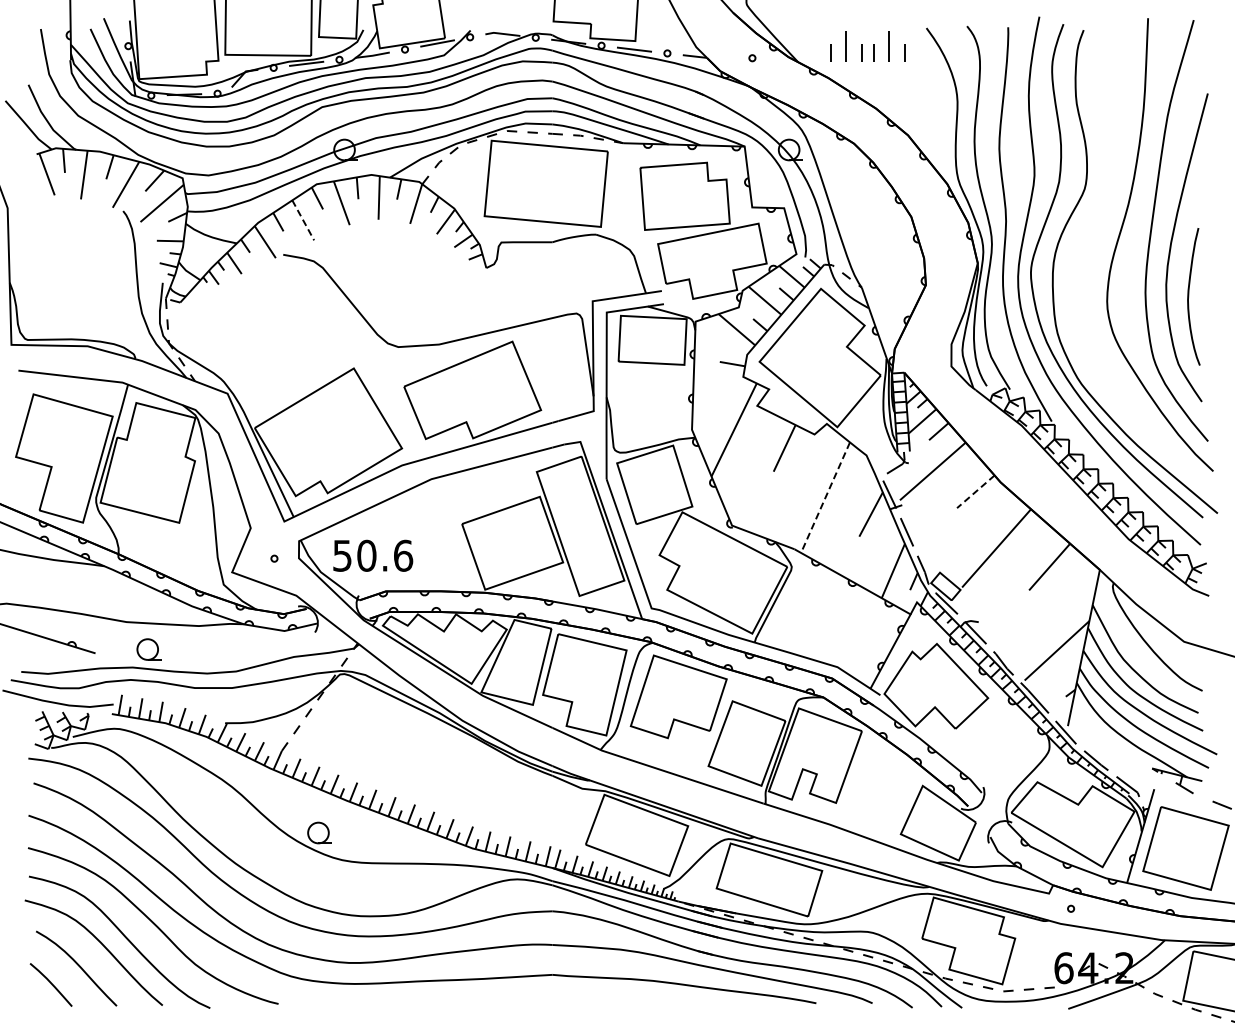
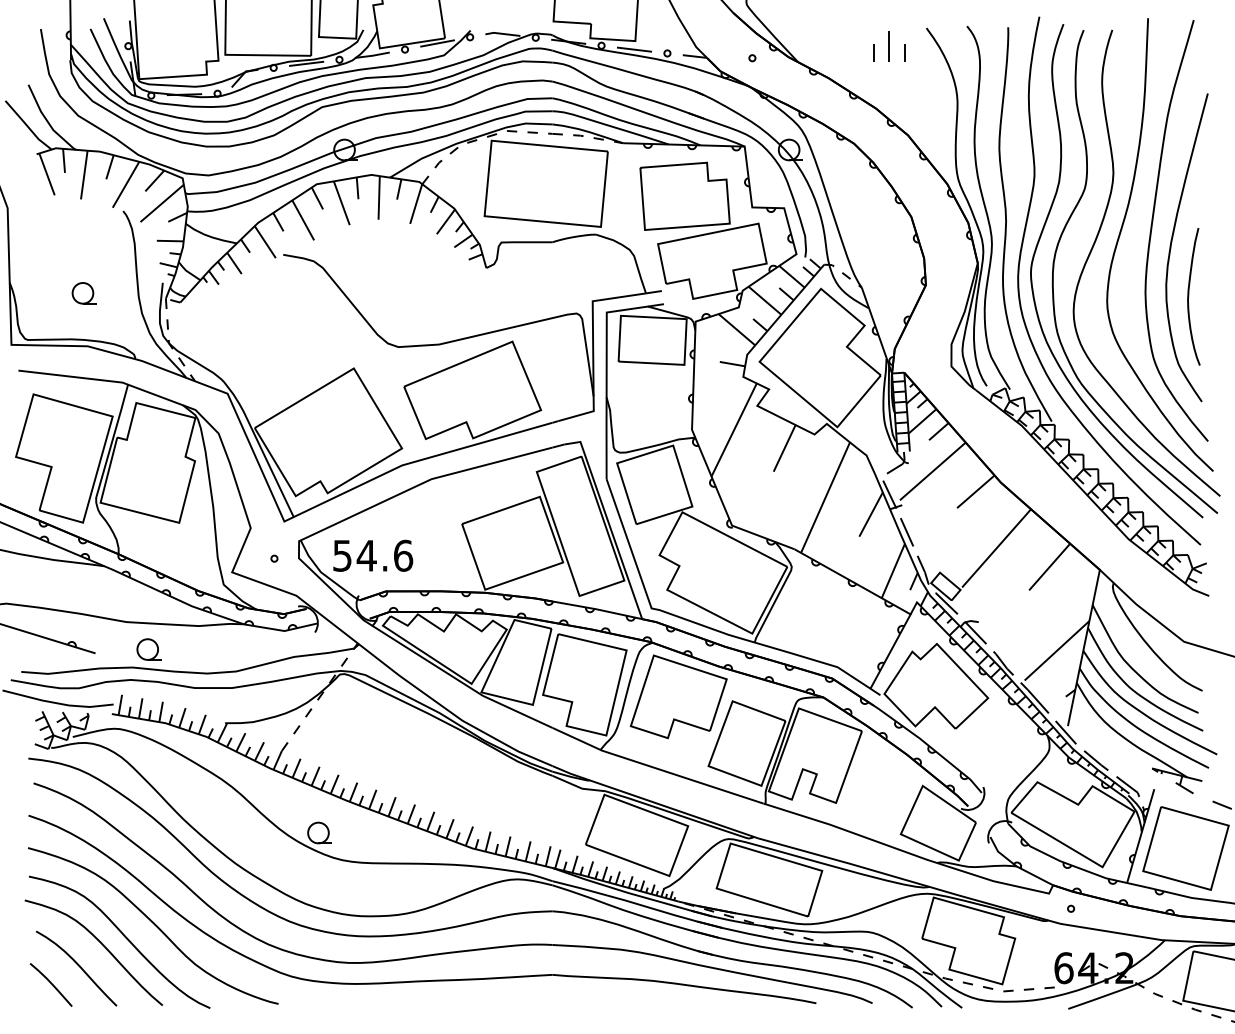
part at (846, 46): present -> none
line at (303, 220): dashed -> solid
curve at (1096, 241): none -> present
part at (83, 293): none -> present
line at (975, 491): dashed -> solid
line at (825, 498): dashed -> solid
text at (366, 555): 50.6 -> 54.6
